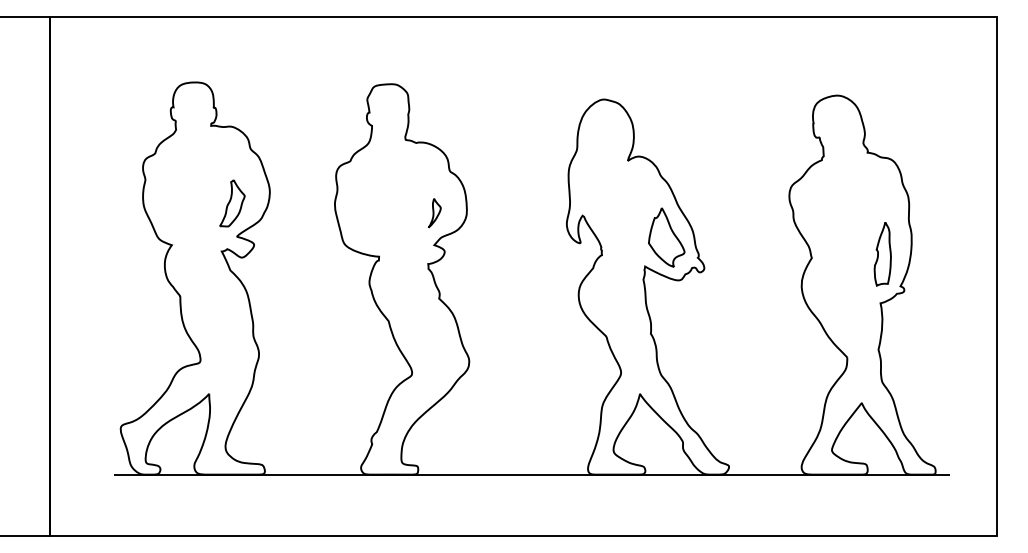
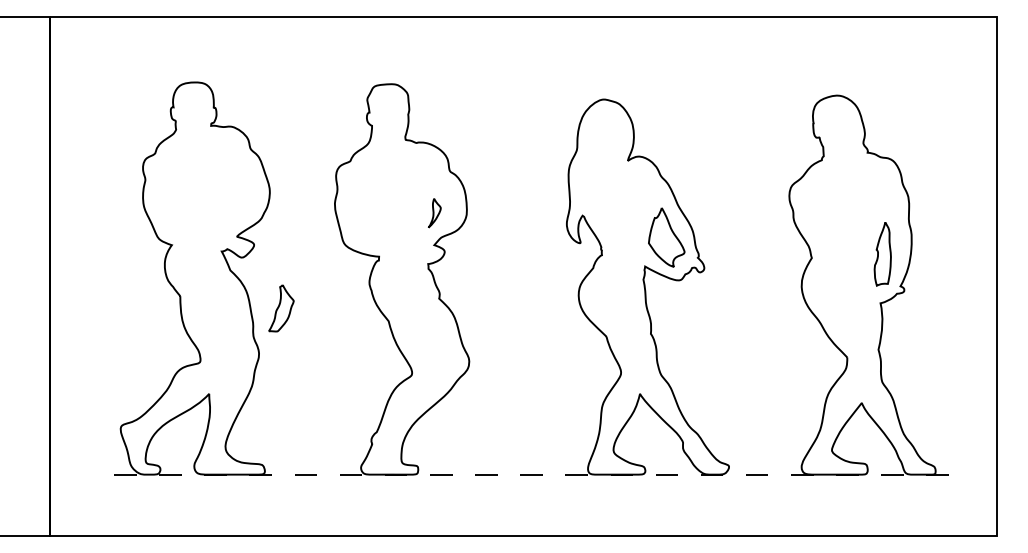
part at (232, 203) position: (232, 203) -> (281, 308)
line at (532, 474): solid -> dashed
